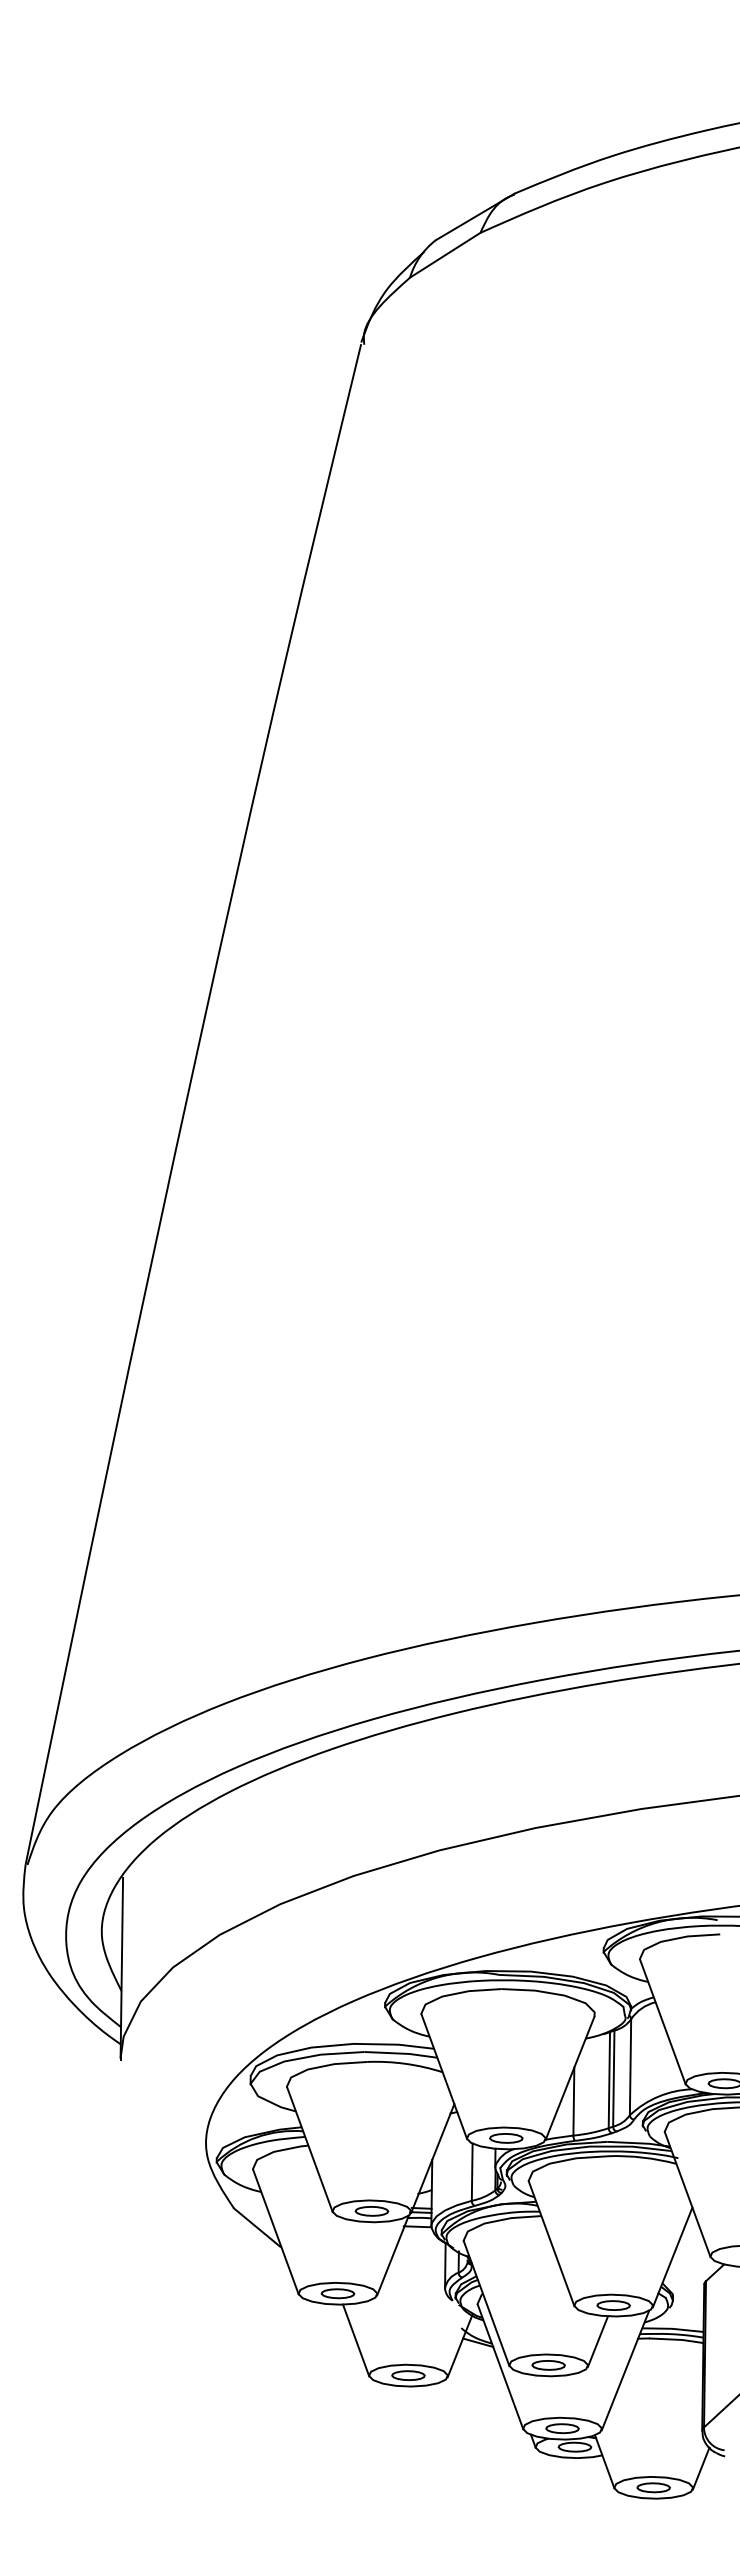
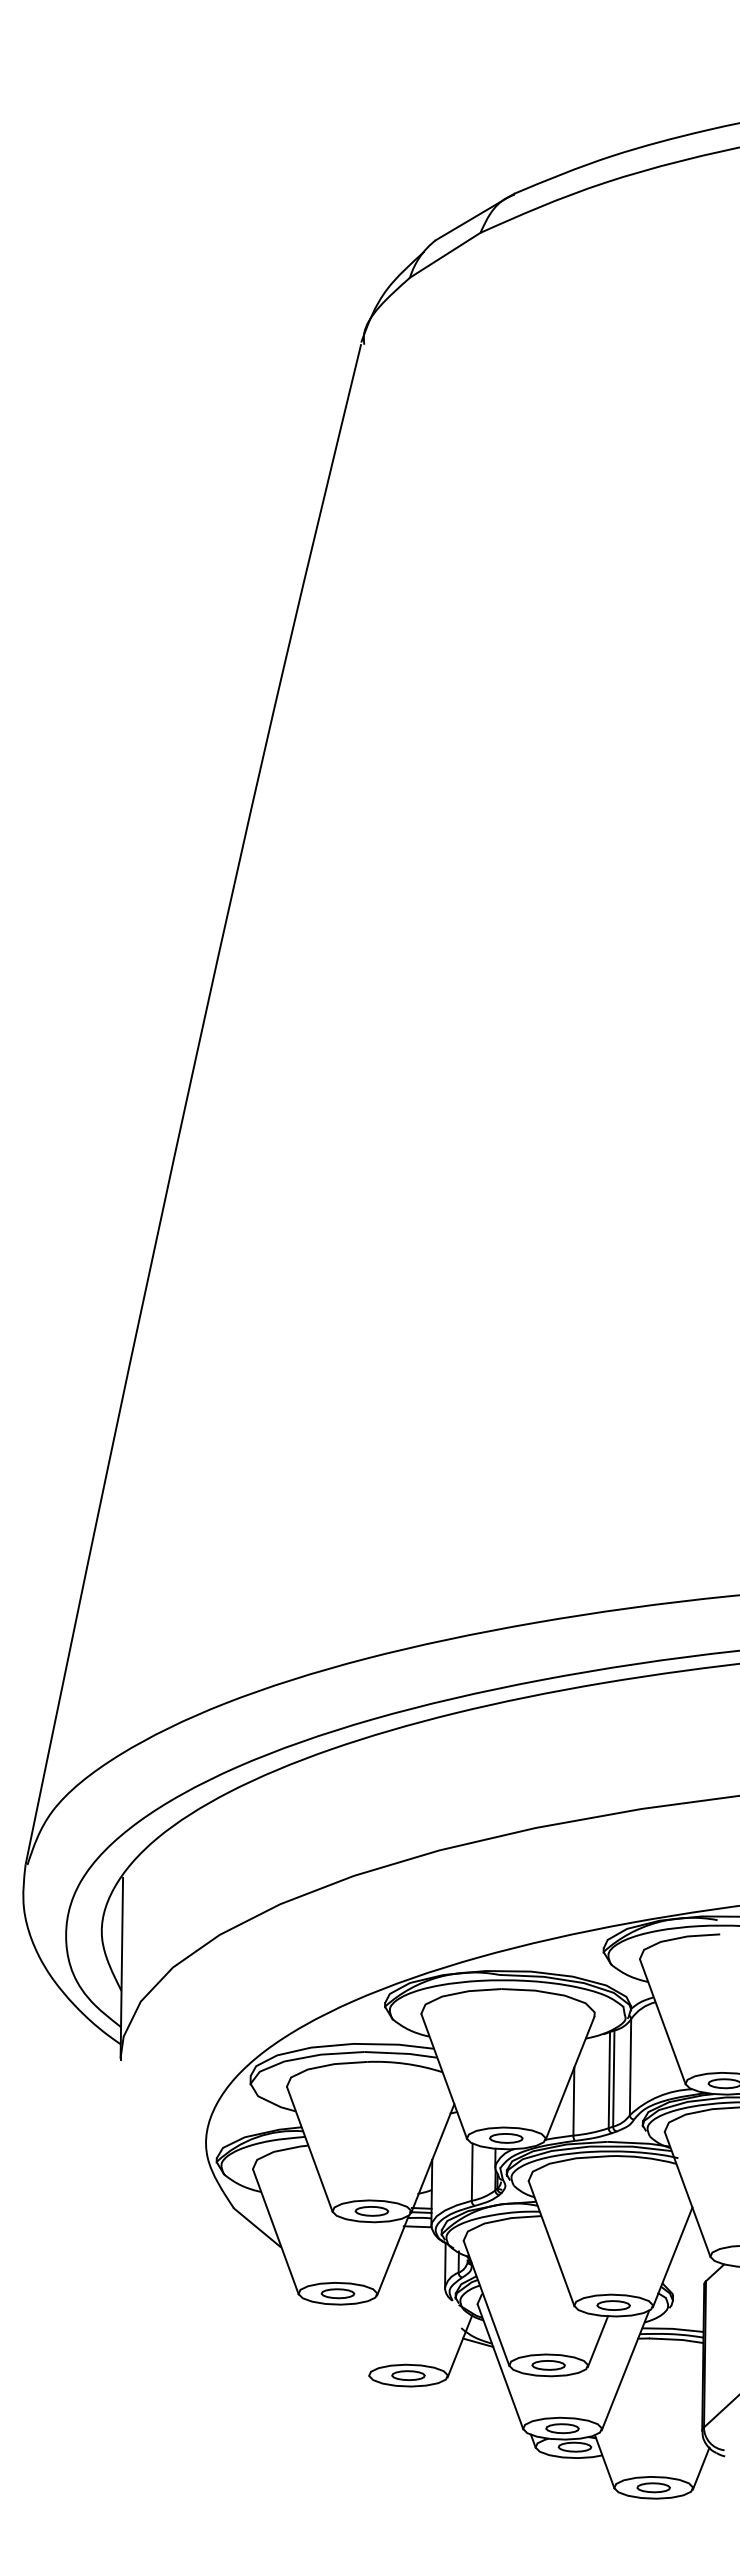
line at (356, 2340): present -> none
